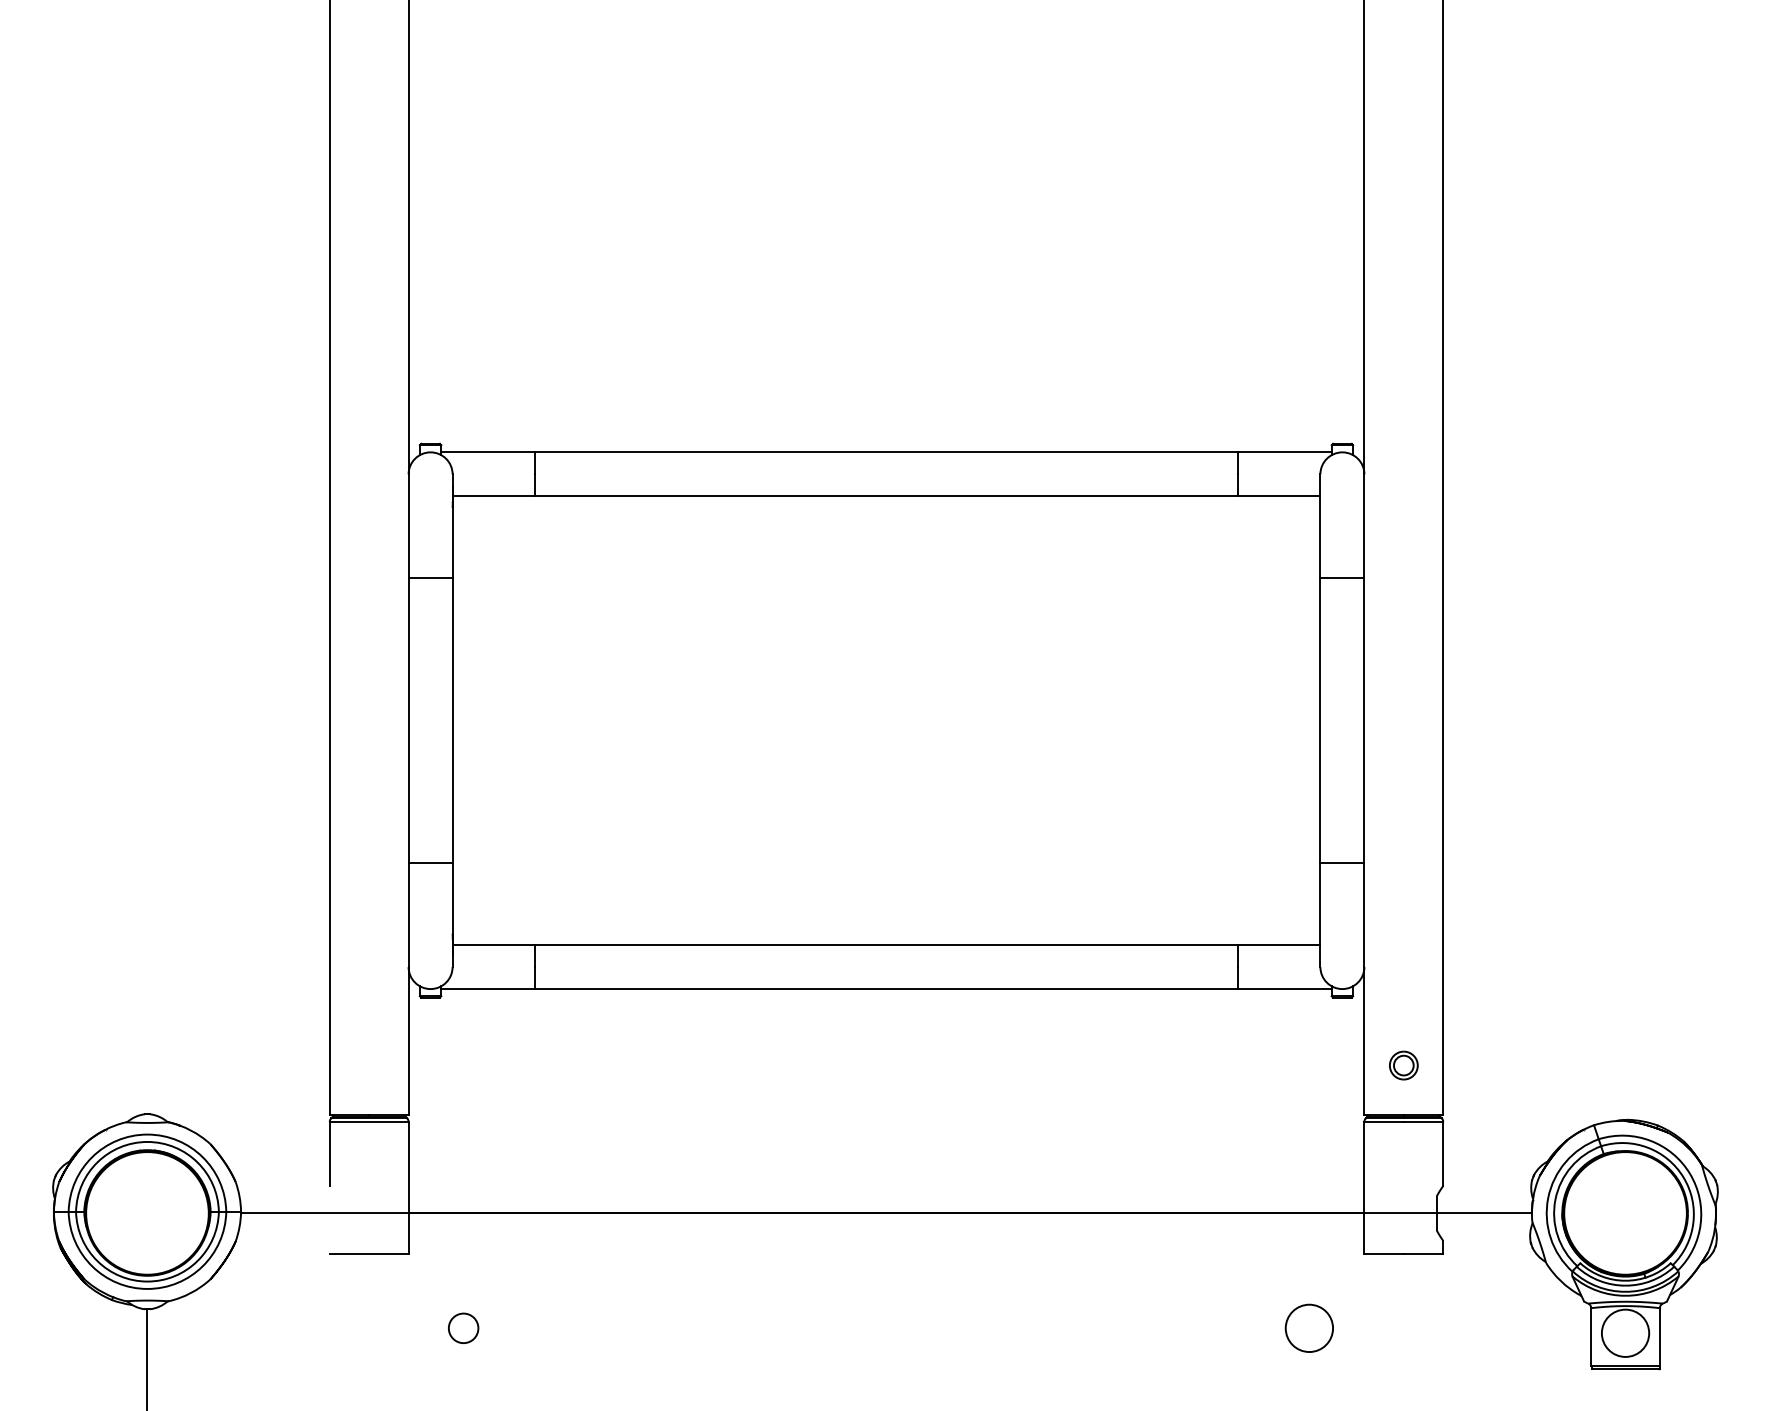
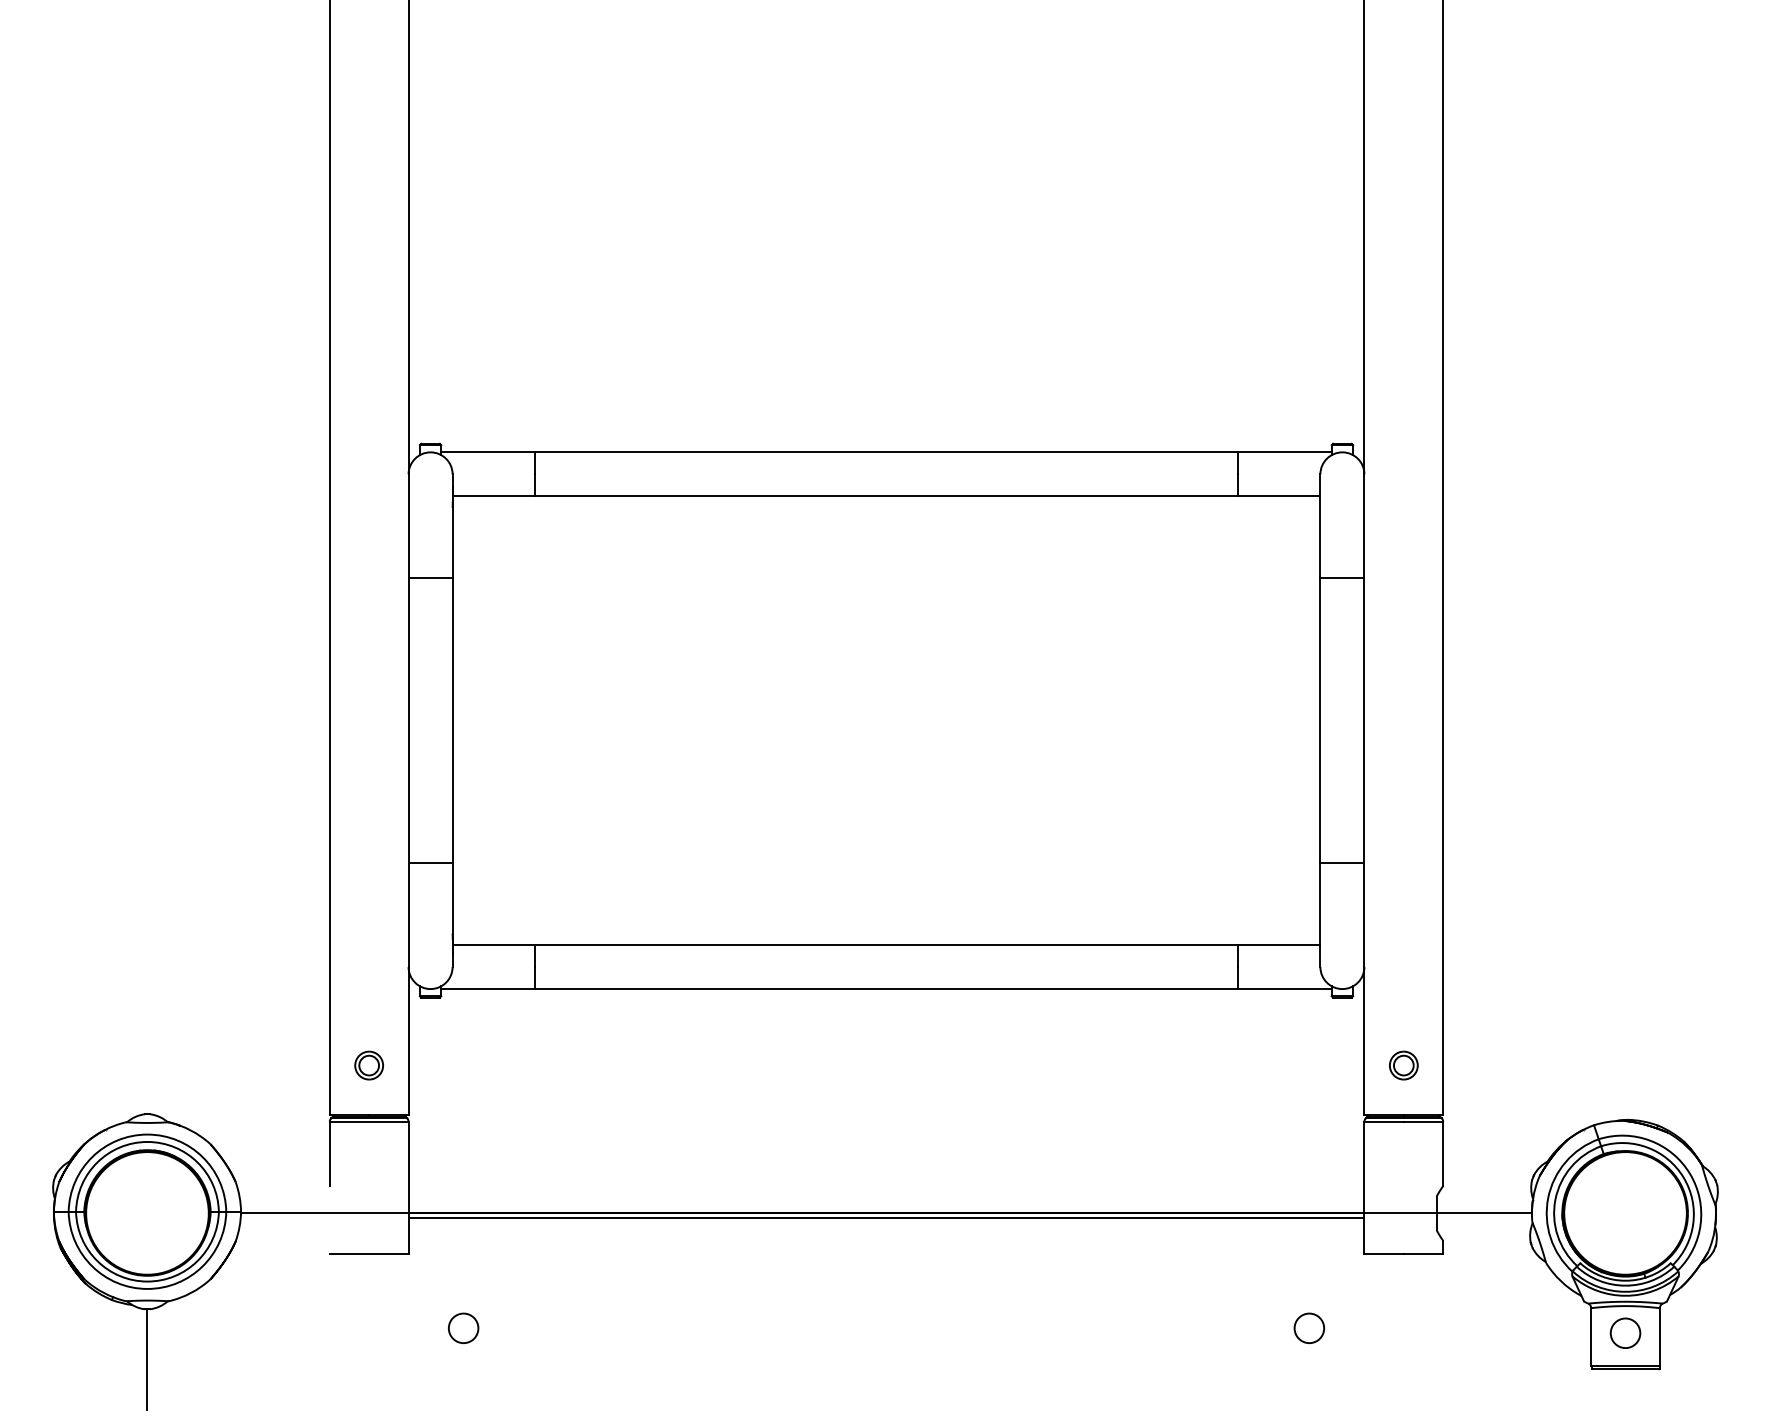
part at (368, 1065): none -> present
line at (886, 1218): none -> present
circle at (1309, 1328) diameter: 47 px -> 30 px
circle at (1625, 1332) diameter: 47 px -> 30 px
